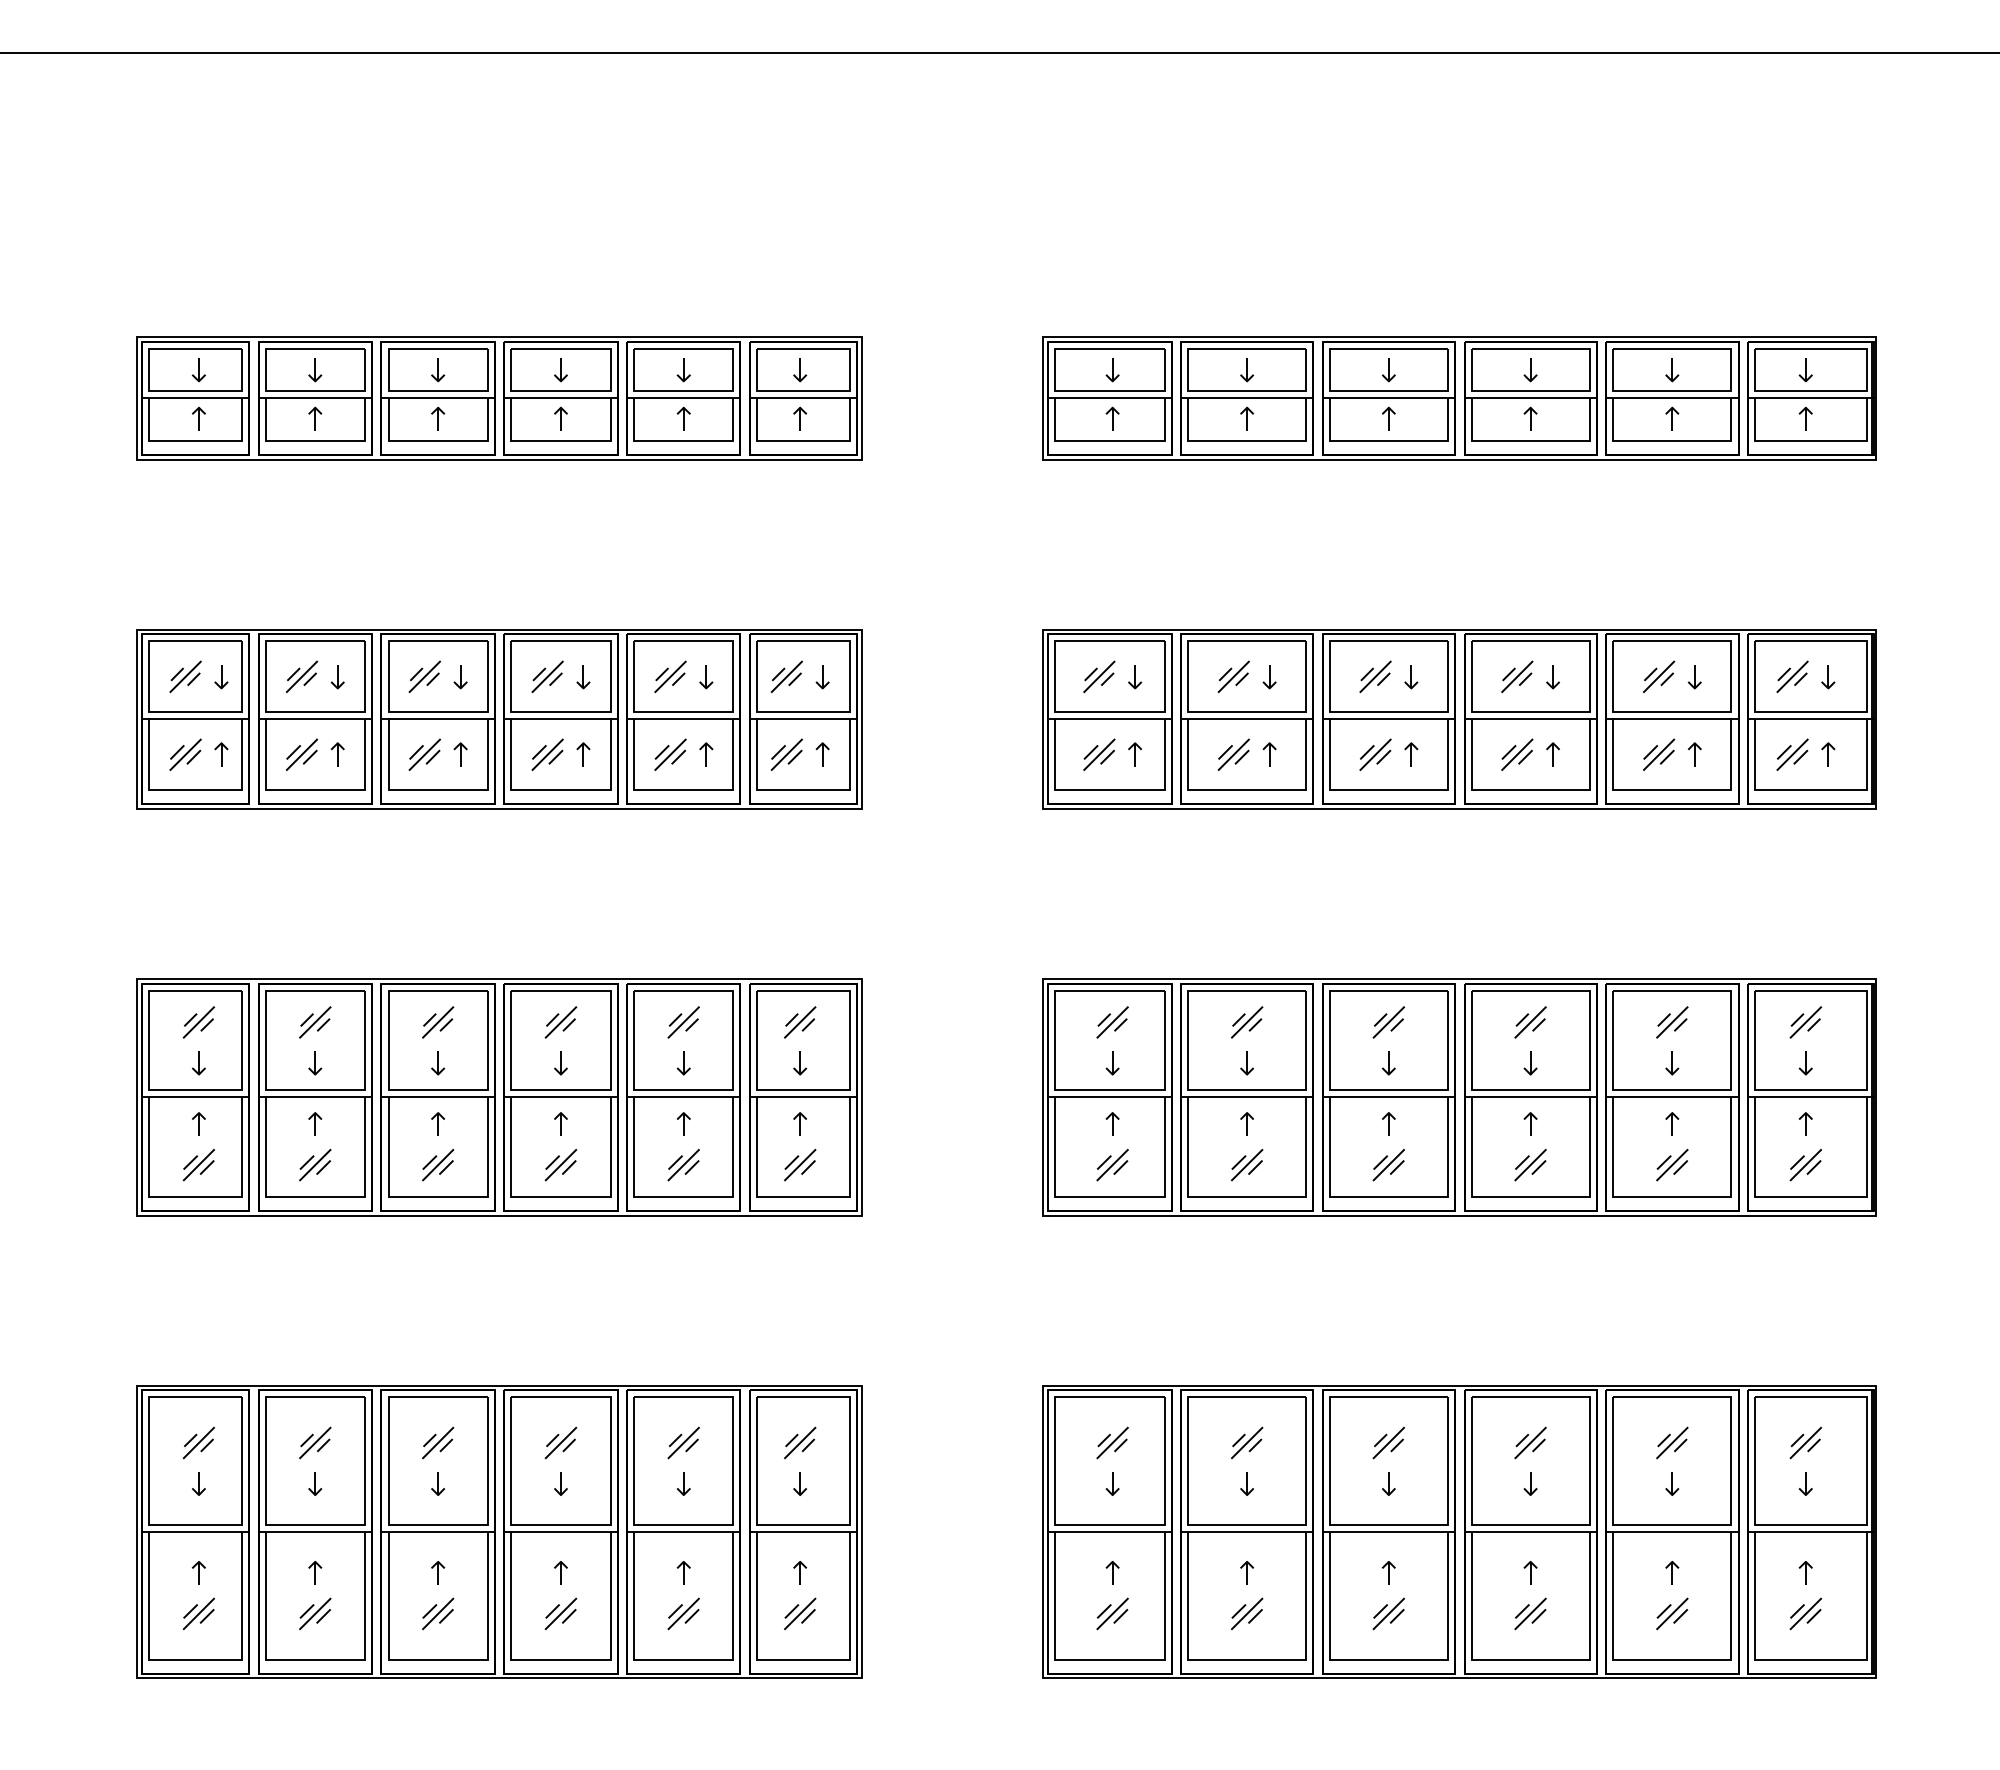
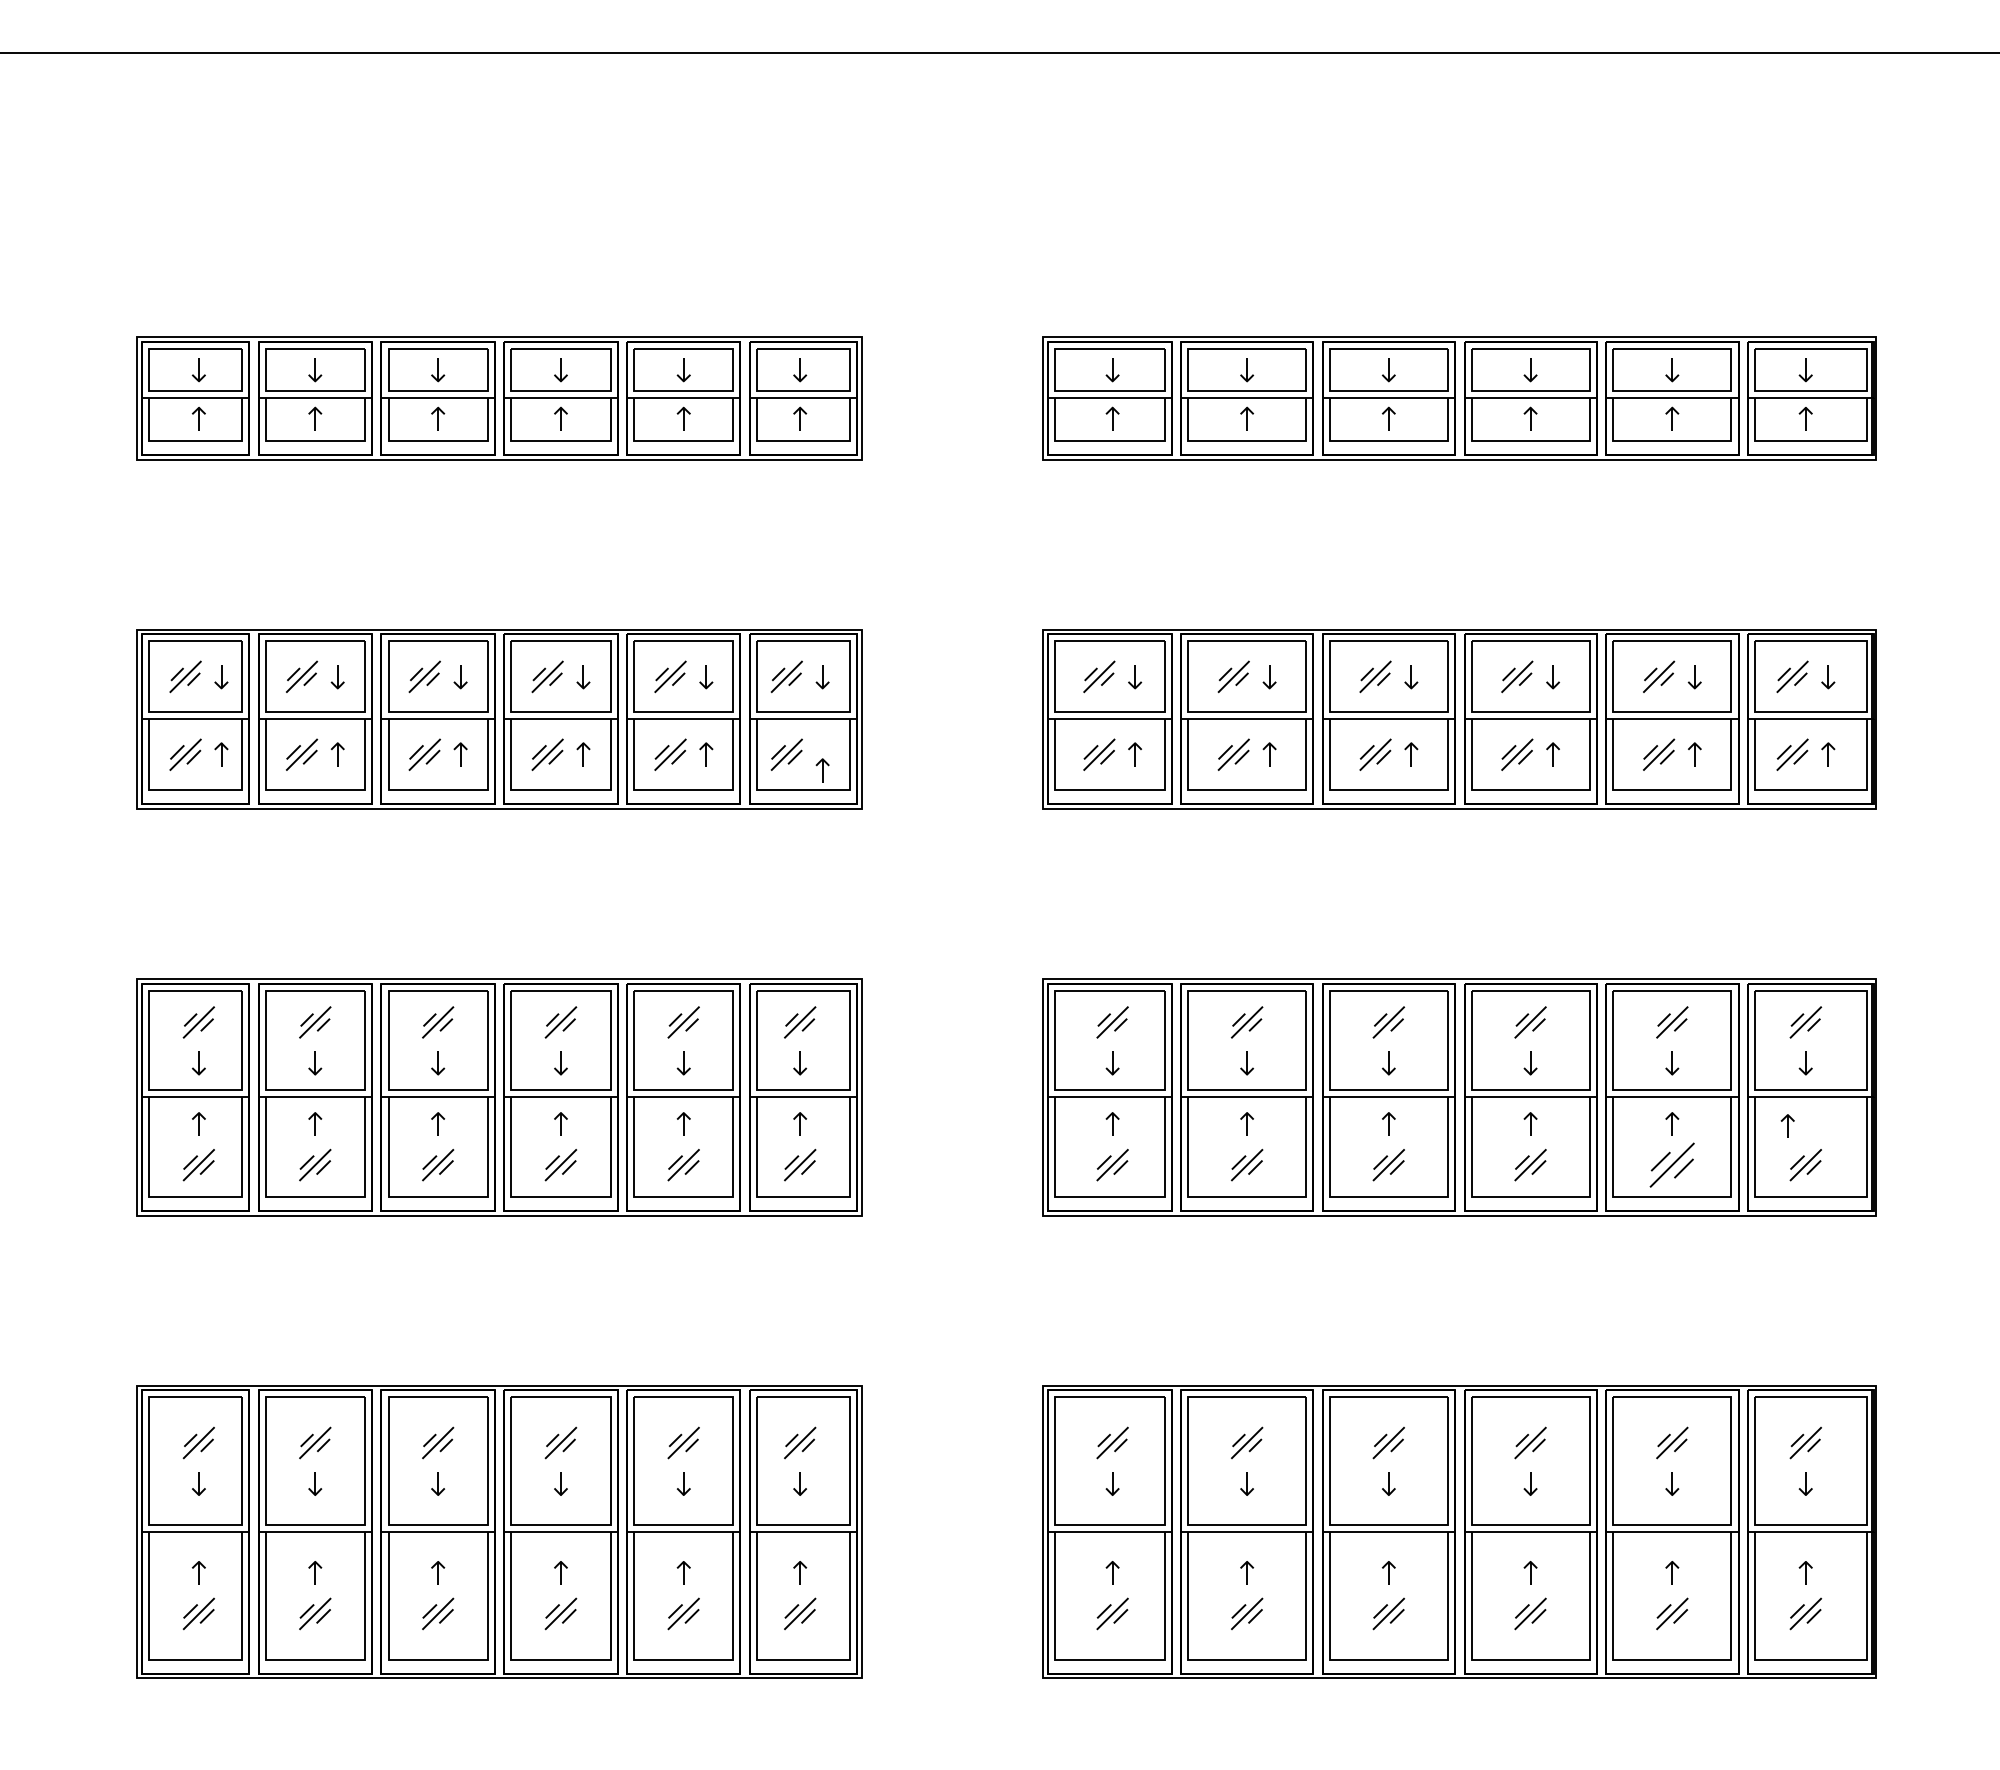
part at (822, 754) position: (822, 754) -> (822, 770)
part at (1805, 1123) position: (1805, 1123) -> (1787, 1125)
part at (1672, 1164) size: 33x34 px -> 46x46 px
